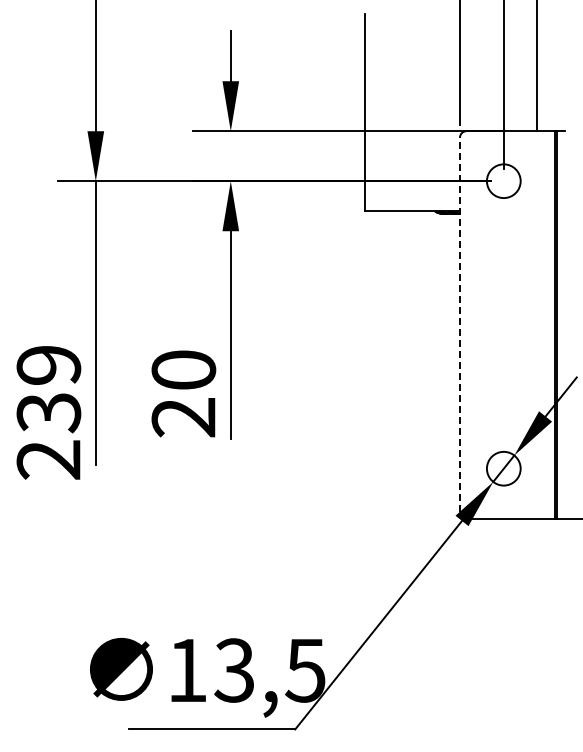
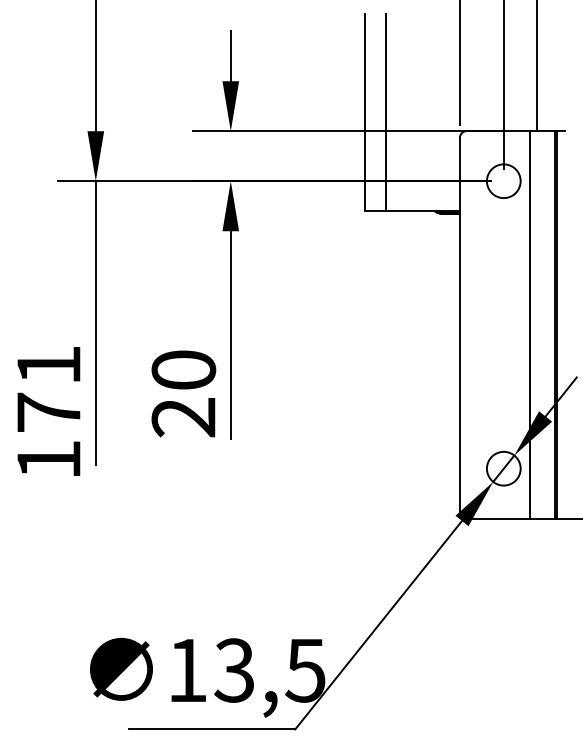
line at (386, 112): none -> present
line at (460, 324): dashed -> solid
line at (530, 324): none -> present
text at (48, 412): 239 -> 171
